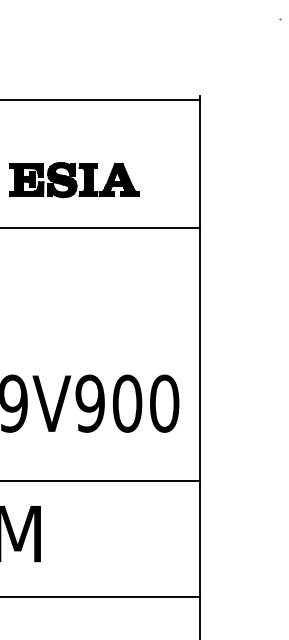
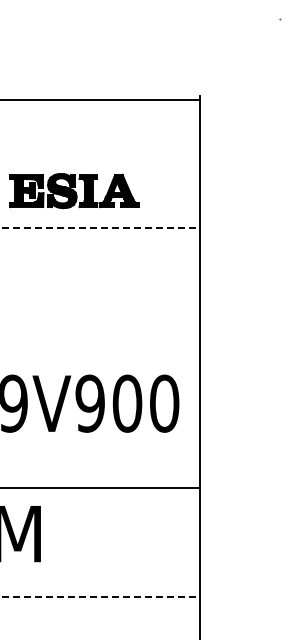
part at (74, 180) position: (74, 180) -> (74, 191)
line at (100, 228): solid -> dashed
line at (100, 481) position: (100, 481) -> (100, 488)
line at (100, 597): solid -> dashed
